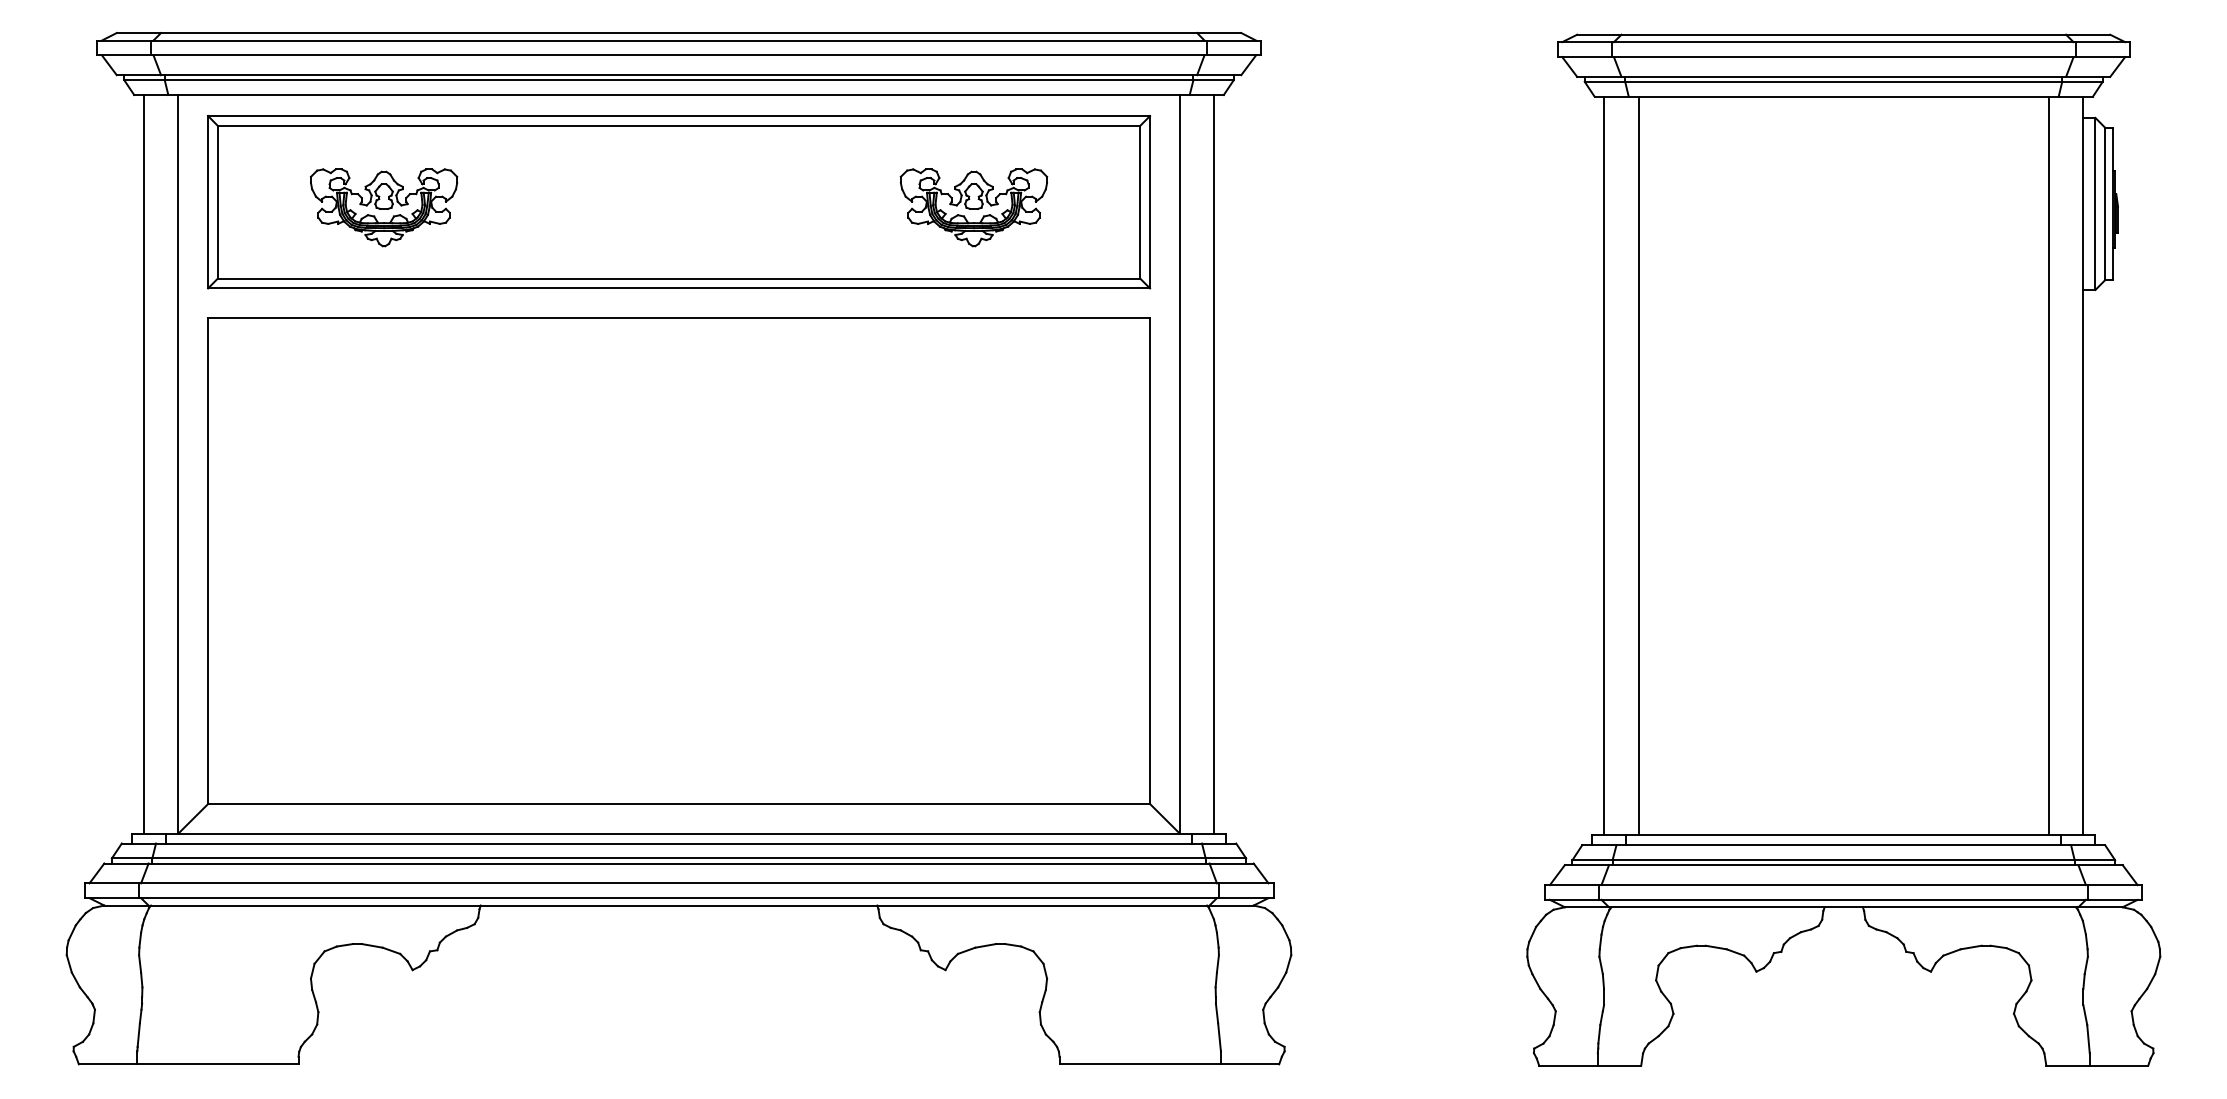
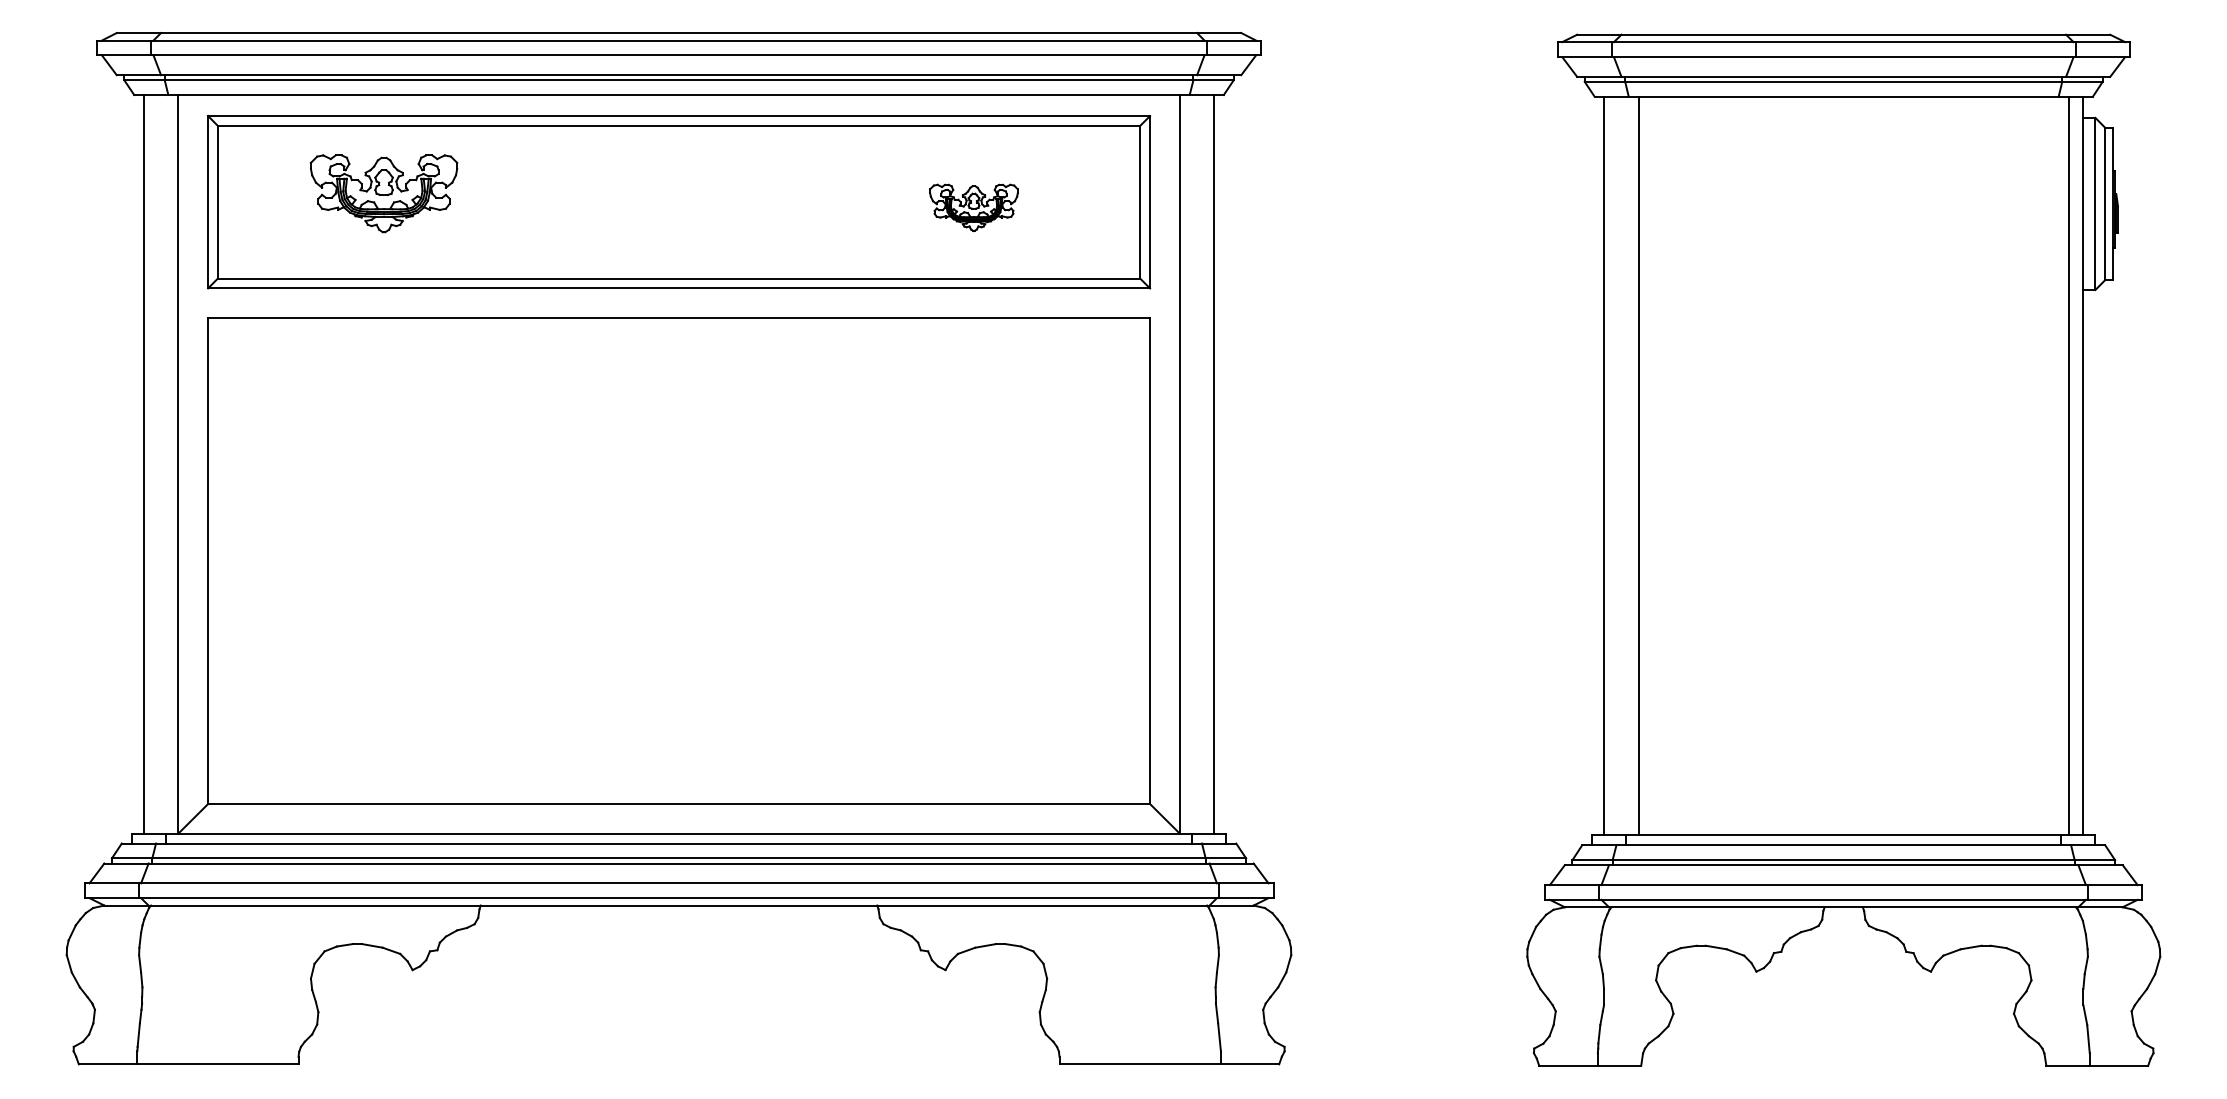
part at (384, 207) position: (384, 207) -> (384, 193)
part at (973, 207) size: 150x80 px -> 90x49 px
line at (2048, 465) position: (2048, 465) -> (2068, 465)
